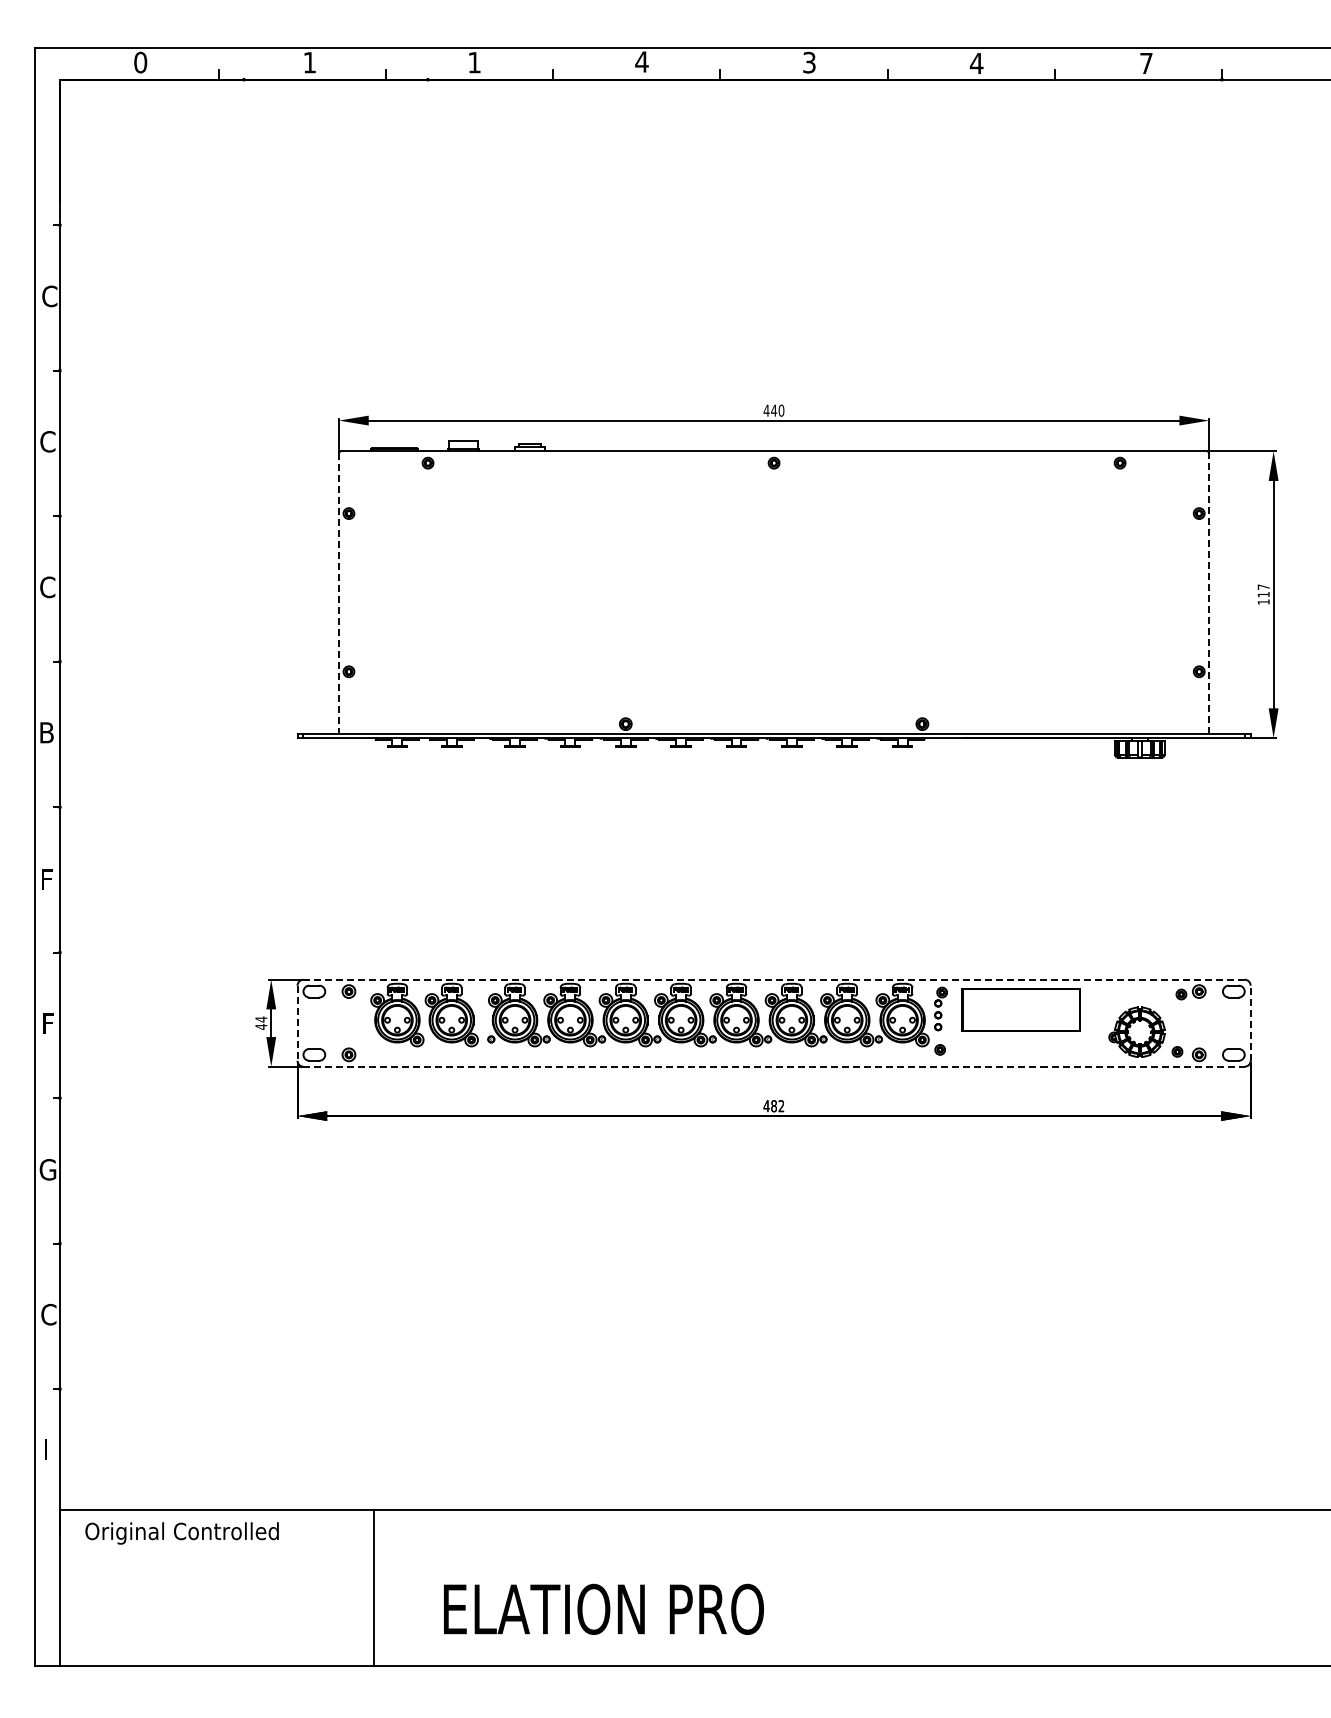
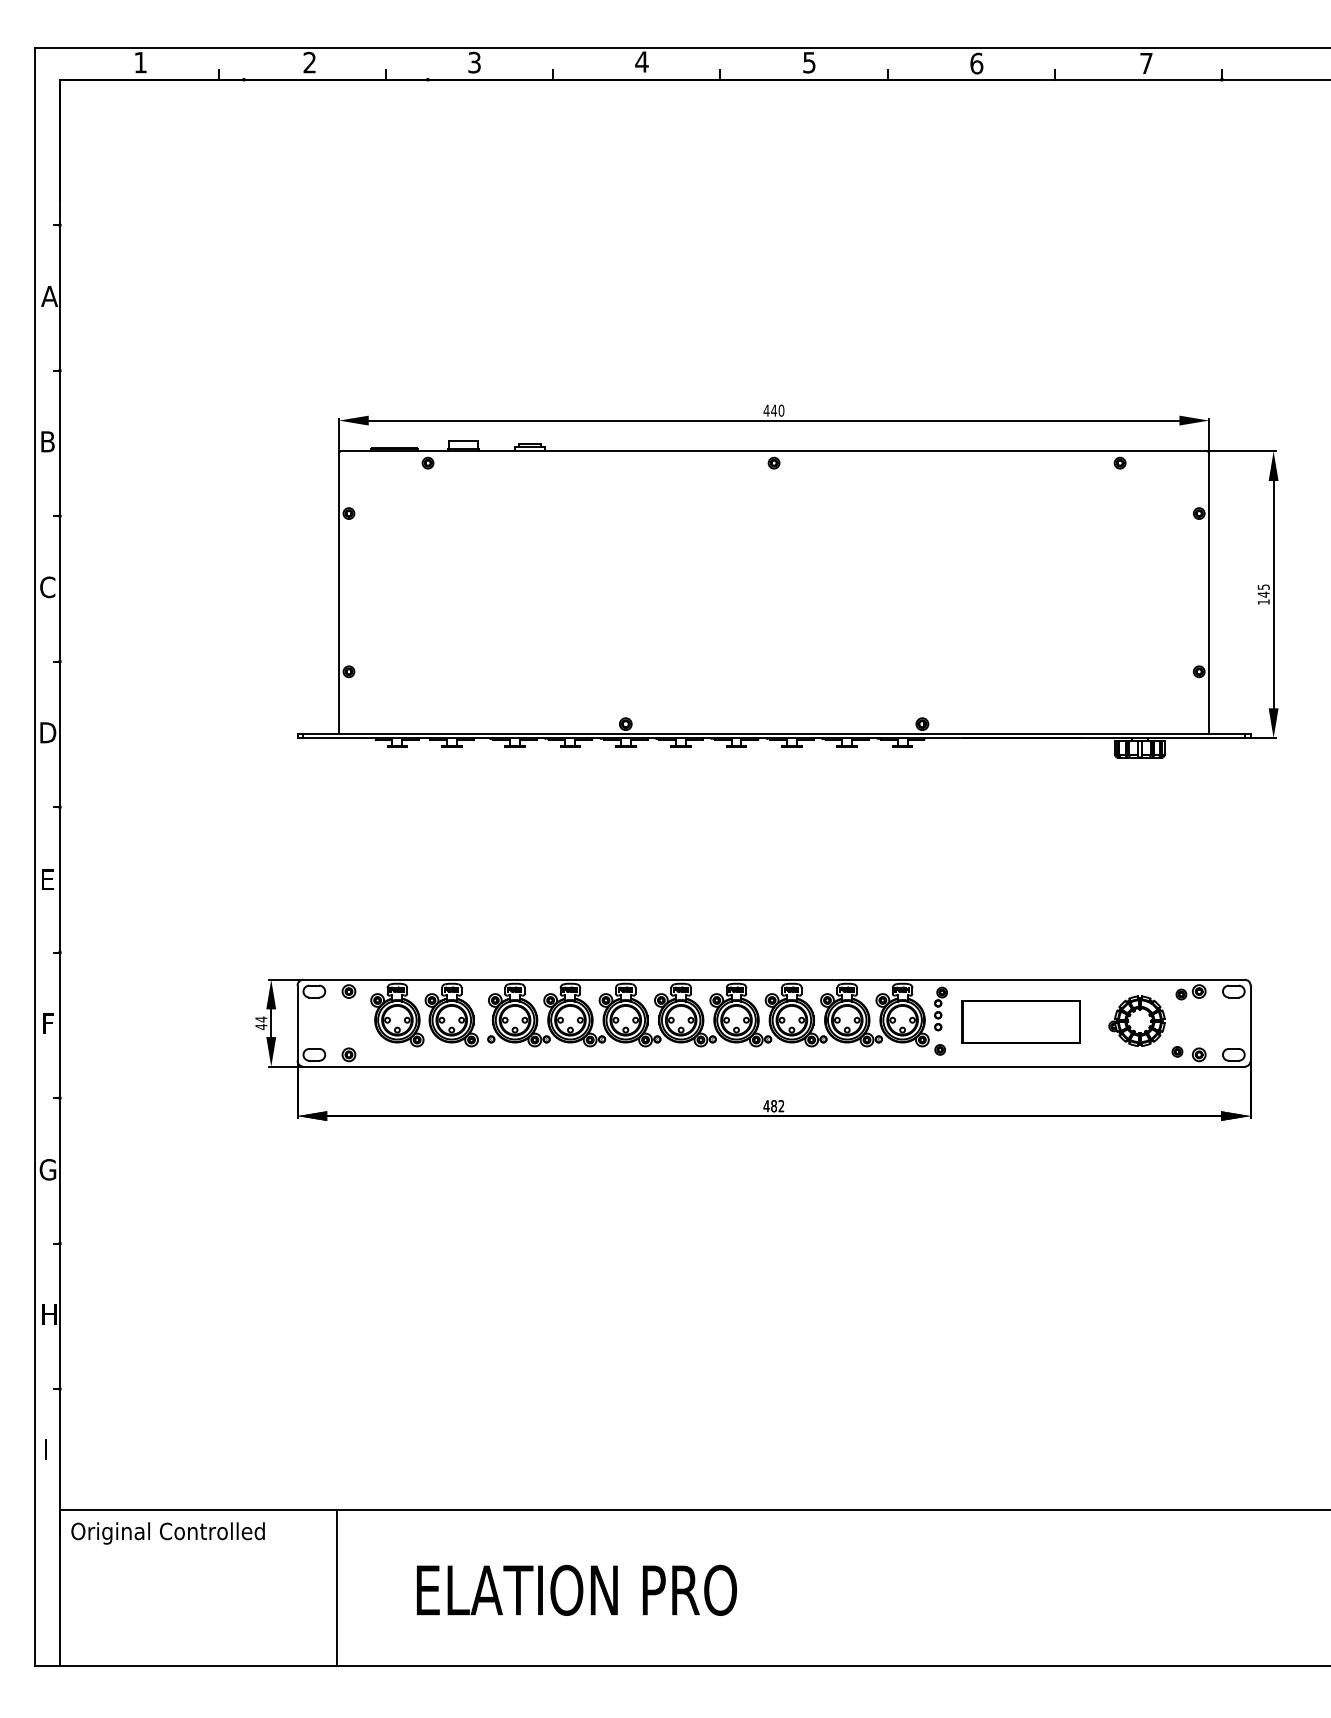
text at (809, 61): 3 -> 5
text at (140, 62): 0 -> 1
text at (309, 62): 1 -> 2
text at (474, 62): 1 -> 3
text at (976, 63): 4 -> 6
text at (49, 296): C -> A
text at (47, 441): C -> B
text at (1263, 590): 117 -> 145
line at (1209, 593): dashed -> solid
line at (339, 594): dashed -> solid
text at (49, 732): B -> D
text at (48, 879): F -> E
line at (774, 979): dashed -> solid
part at (1020, 1009) position: (1020, 1009) -> (1020, 1021)
line at (297, 1023): dashed -> solid
line at (1250, 1023): dashed -> solid
part at (1136, 1031) position: (1136, 1031) -> (1136, 1020)
line at (774, 1066): dashed -> solid
text at (48, 1314): C -> H
text at (181, 1533) position: (181, 1533) -> (167, 1533)
line at (374, 1587) position: (374, 1587) -> (337, 1587)
text at (603, 1608) position: (603, 1608) -> (576, 1589)
